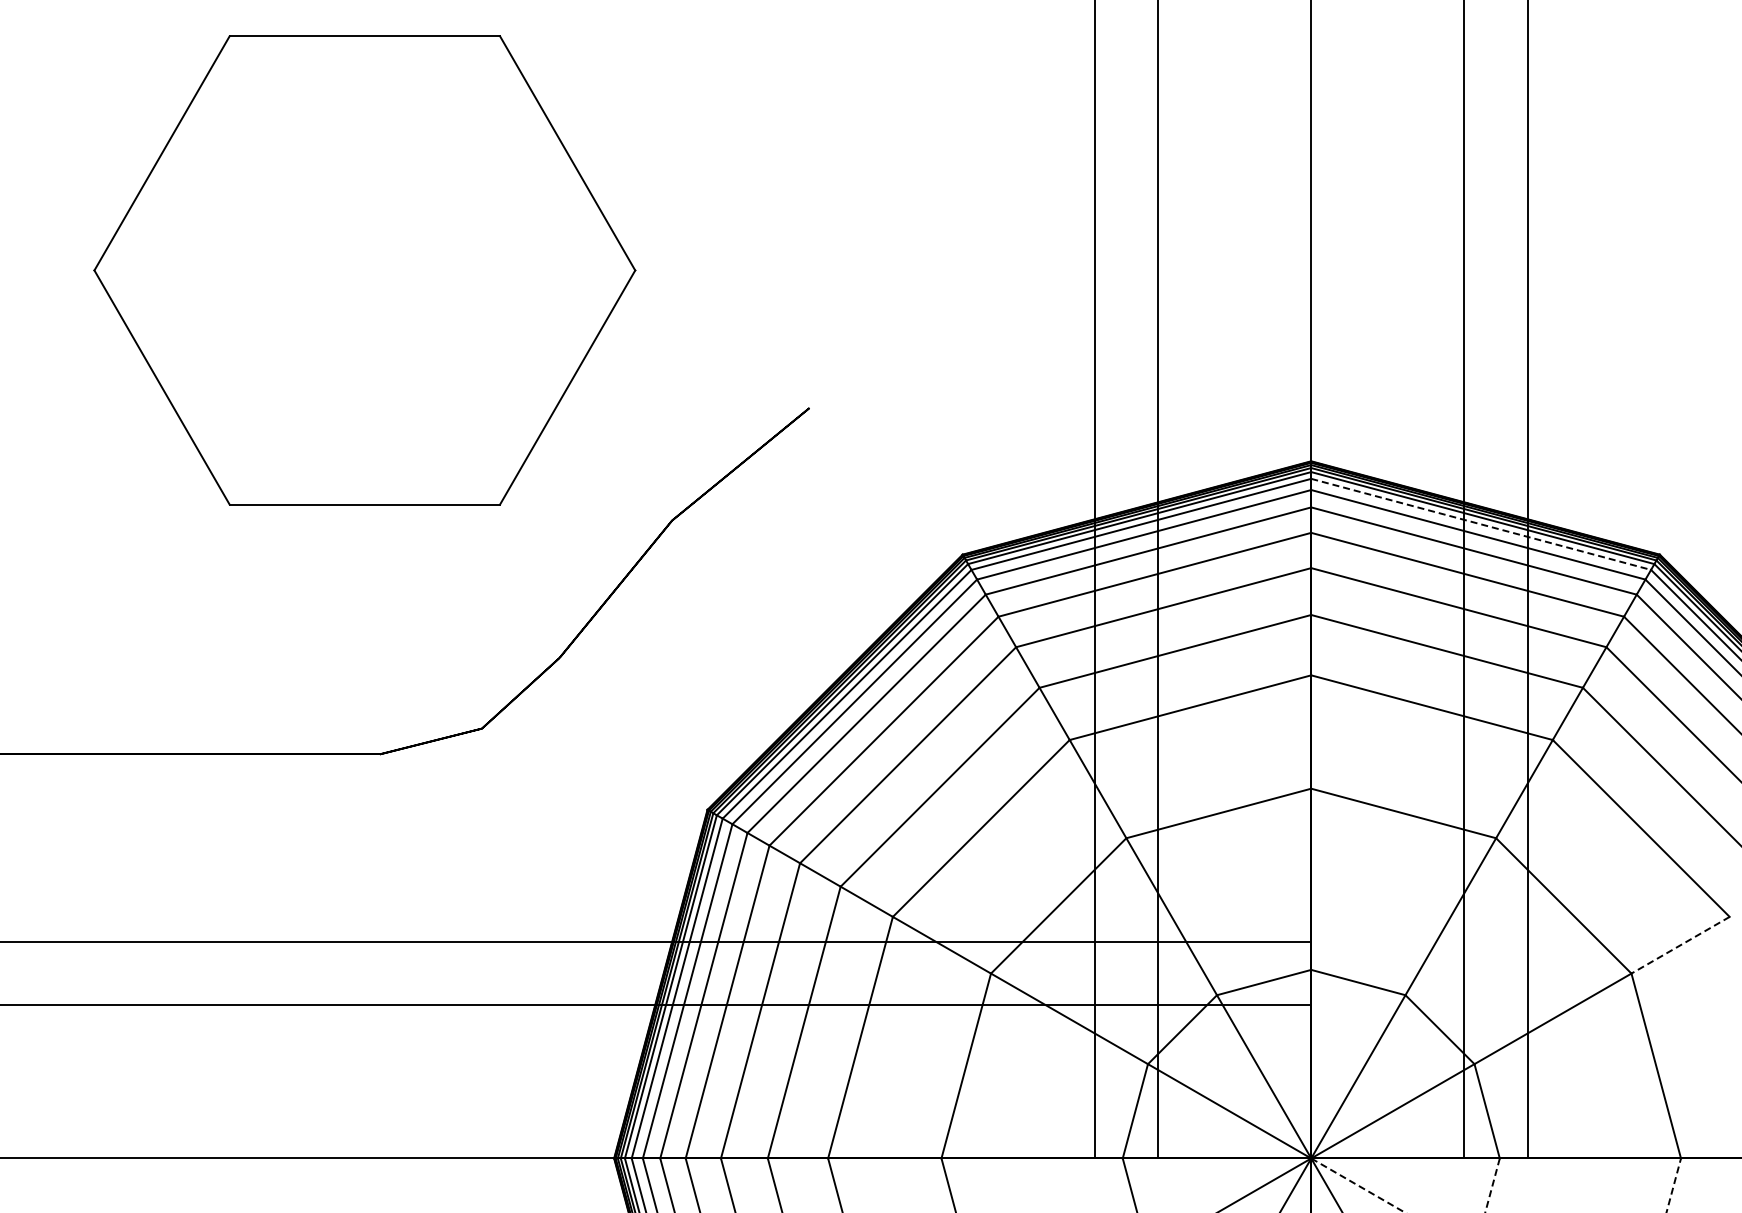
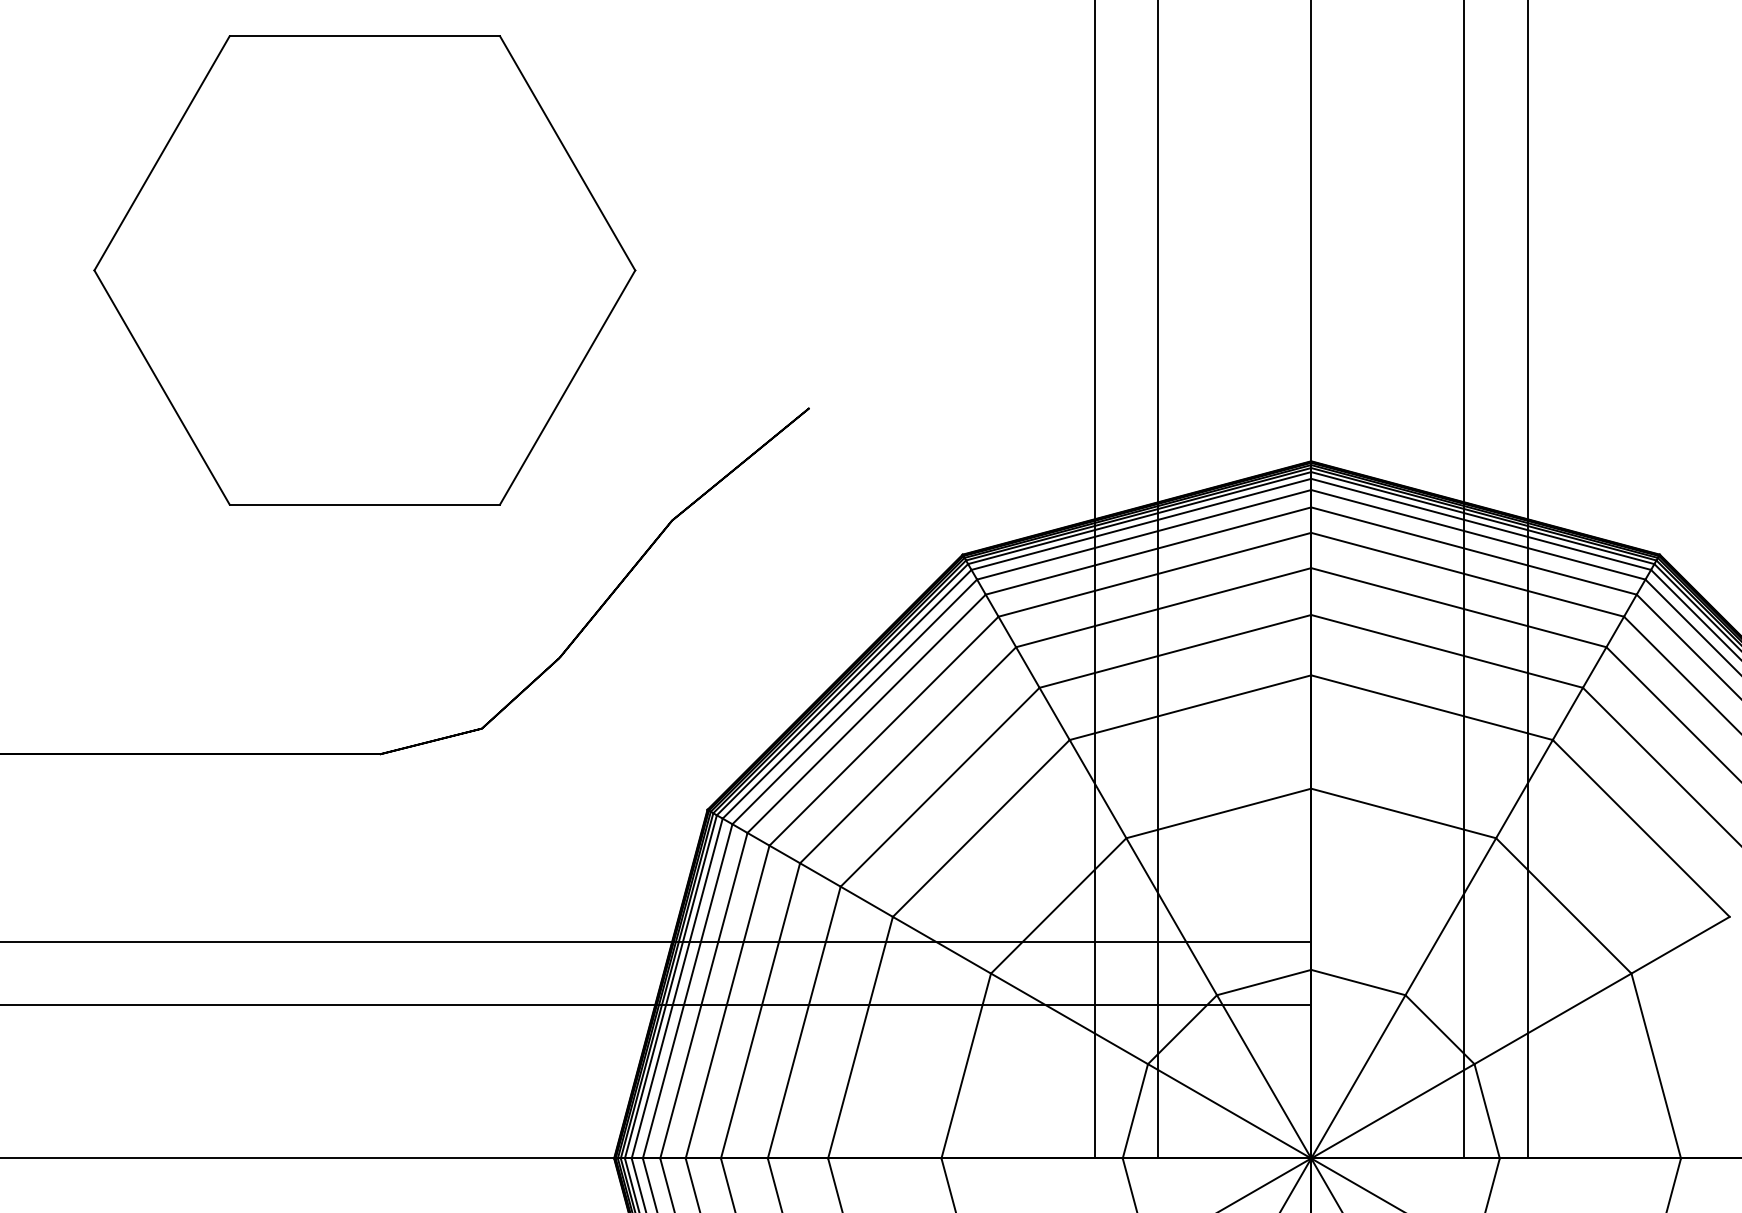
line at (1481, 524): dashed -> solid
line at (1680, 945): dashed -> solid
line at (1358, 1185): dashed -> solid
line at (1492, 1185): dashed -> solid
line at (1673, 1185): dashed -> solid
